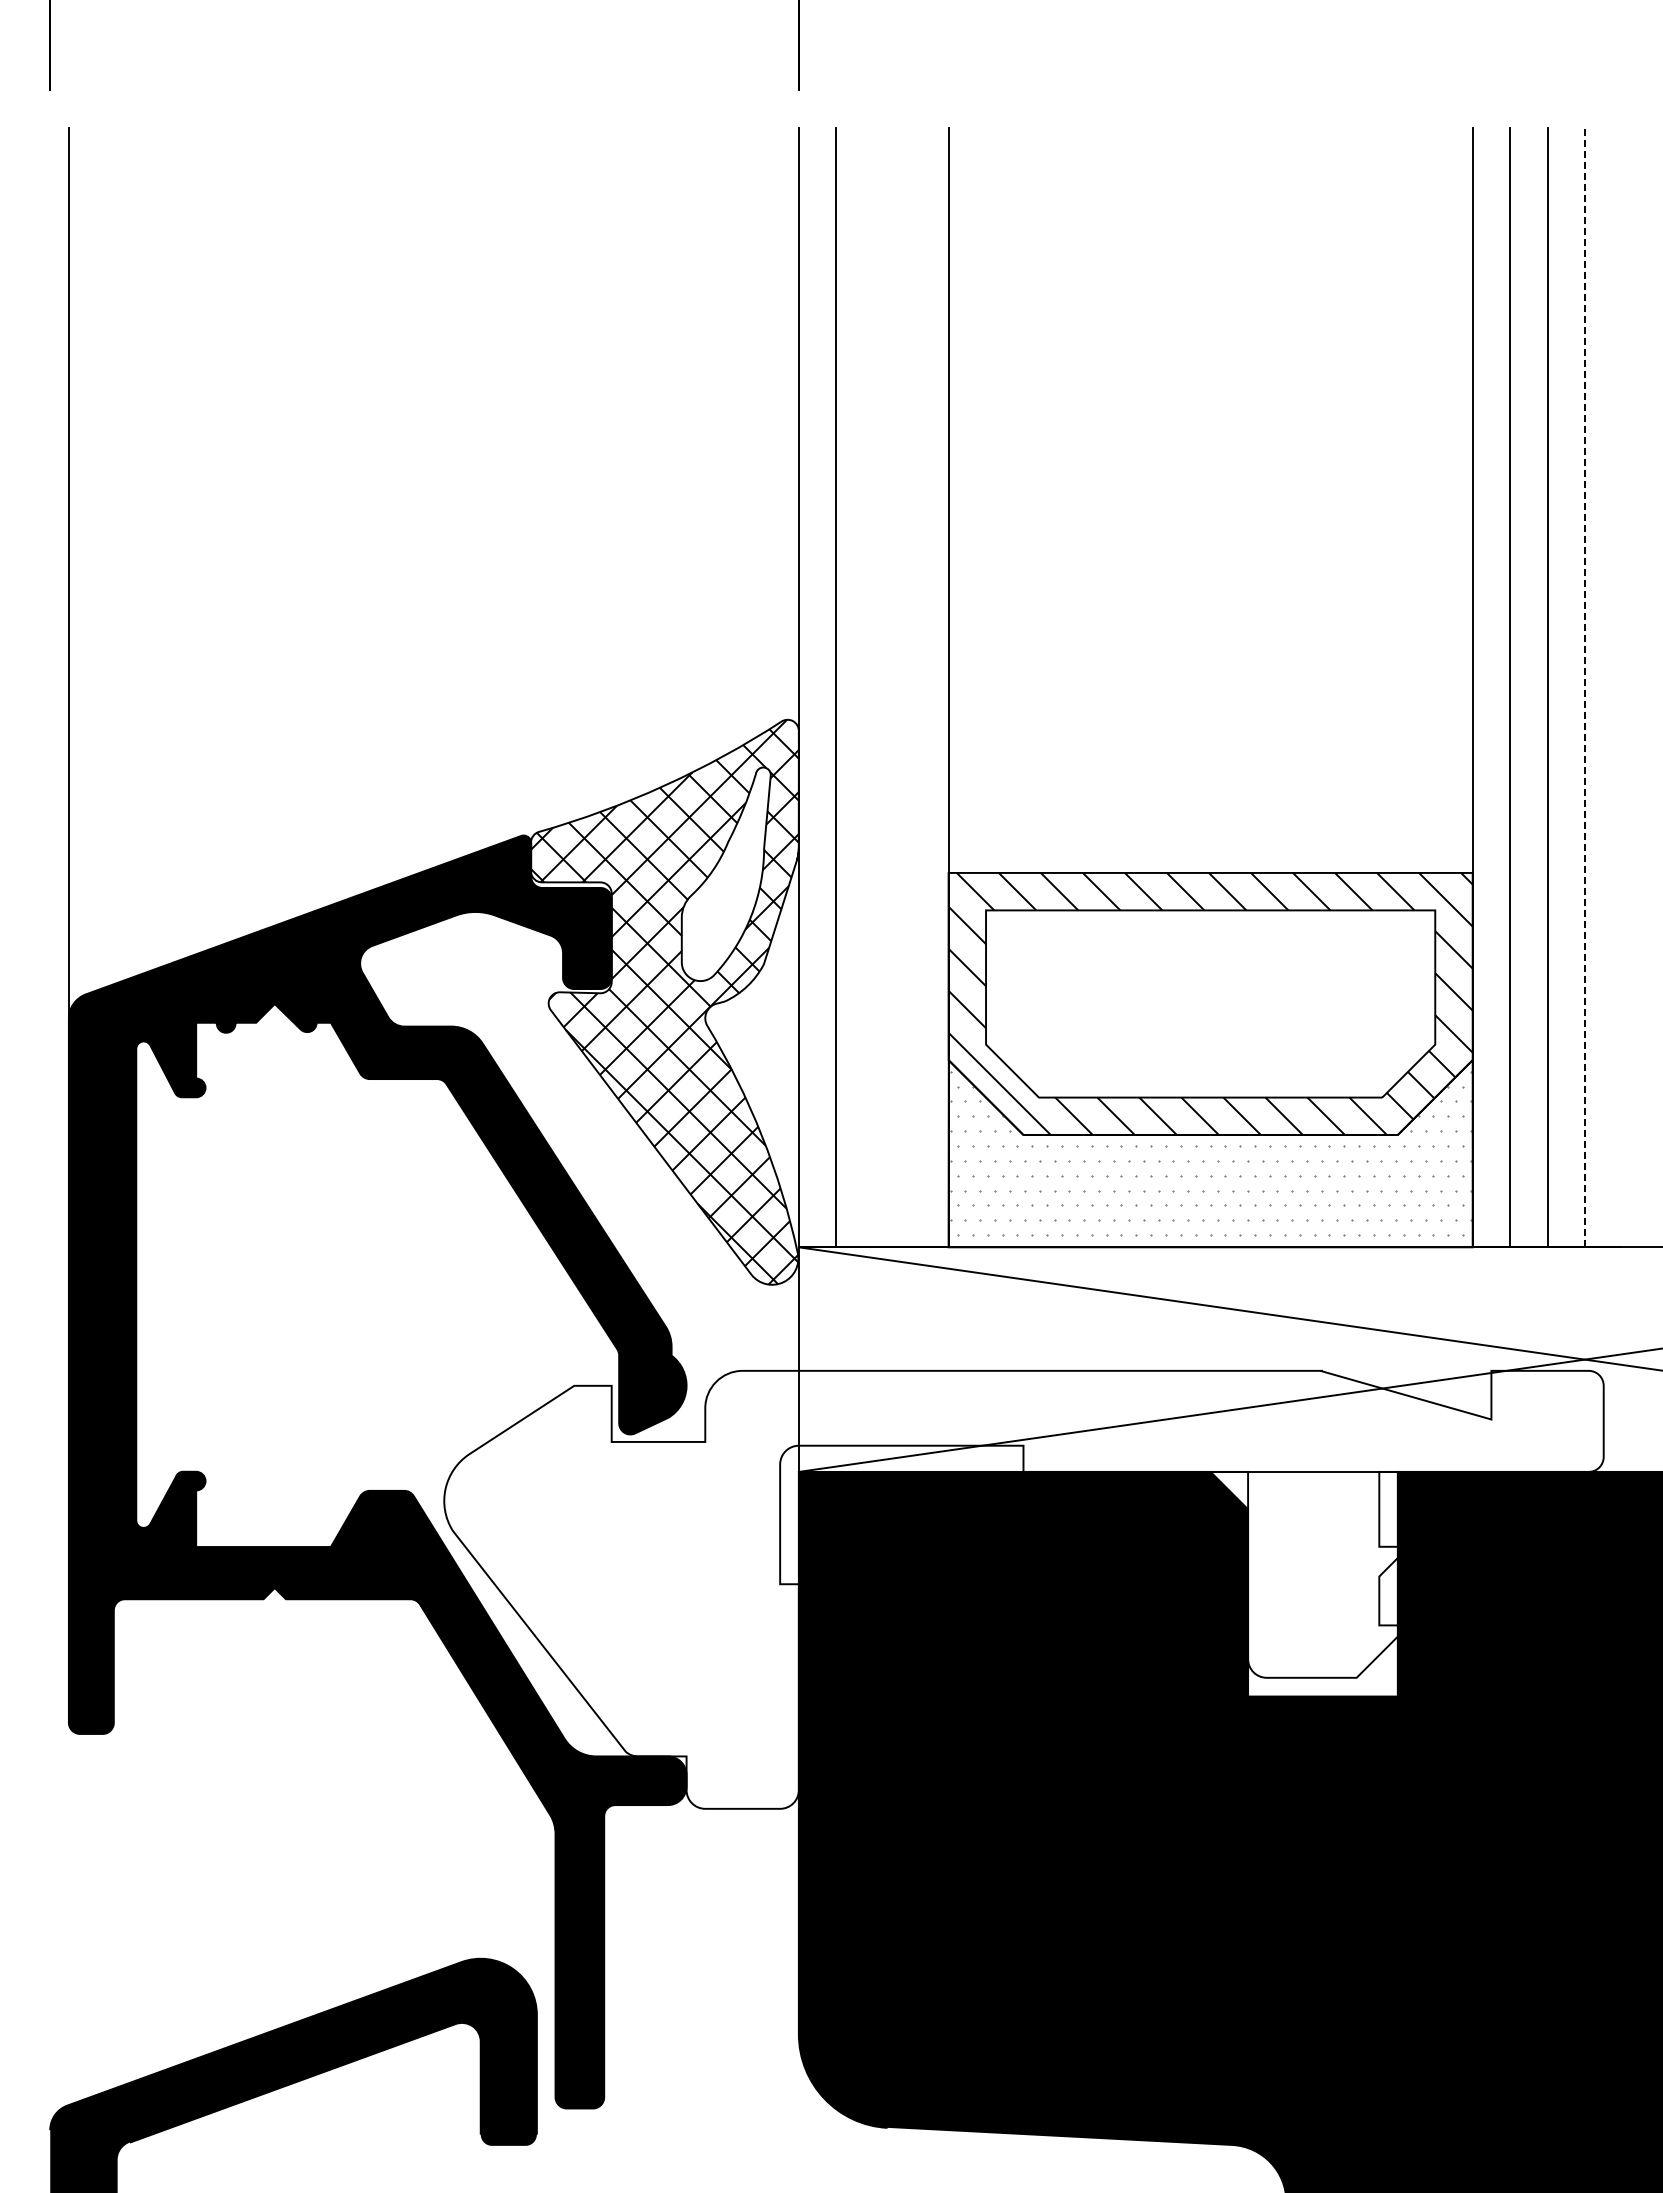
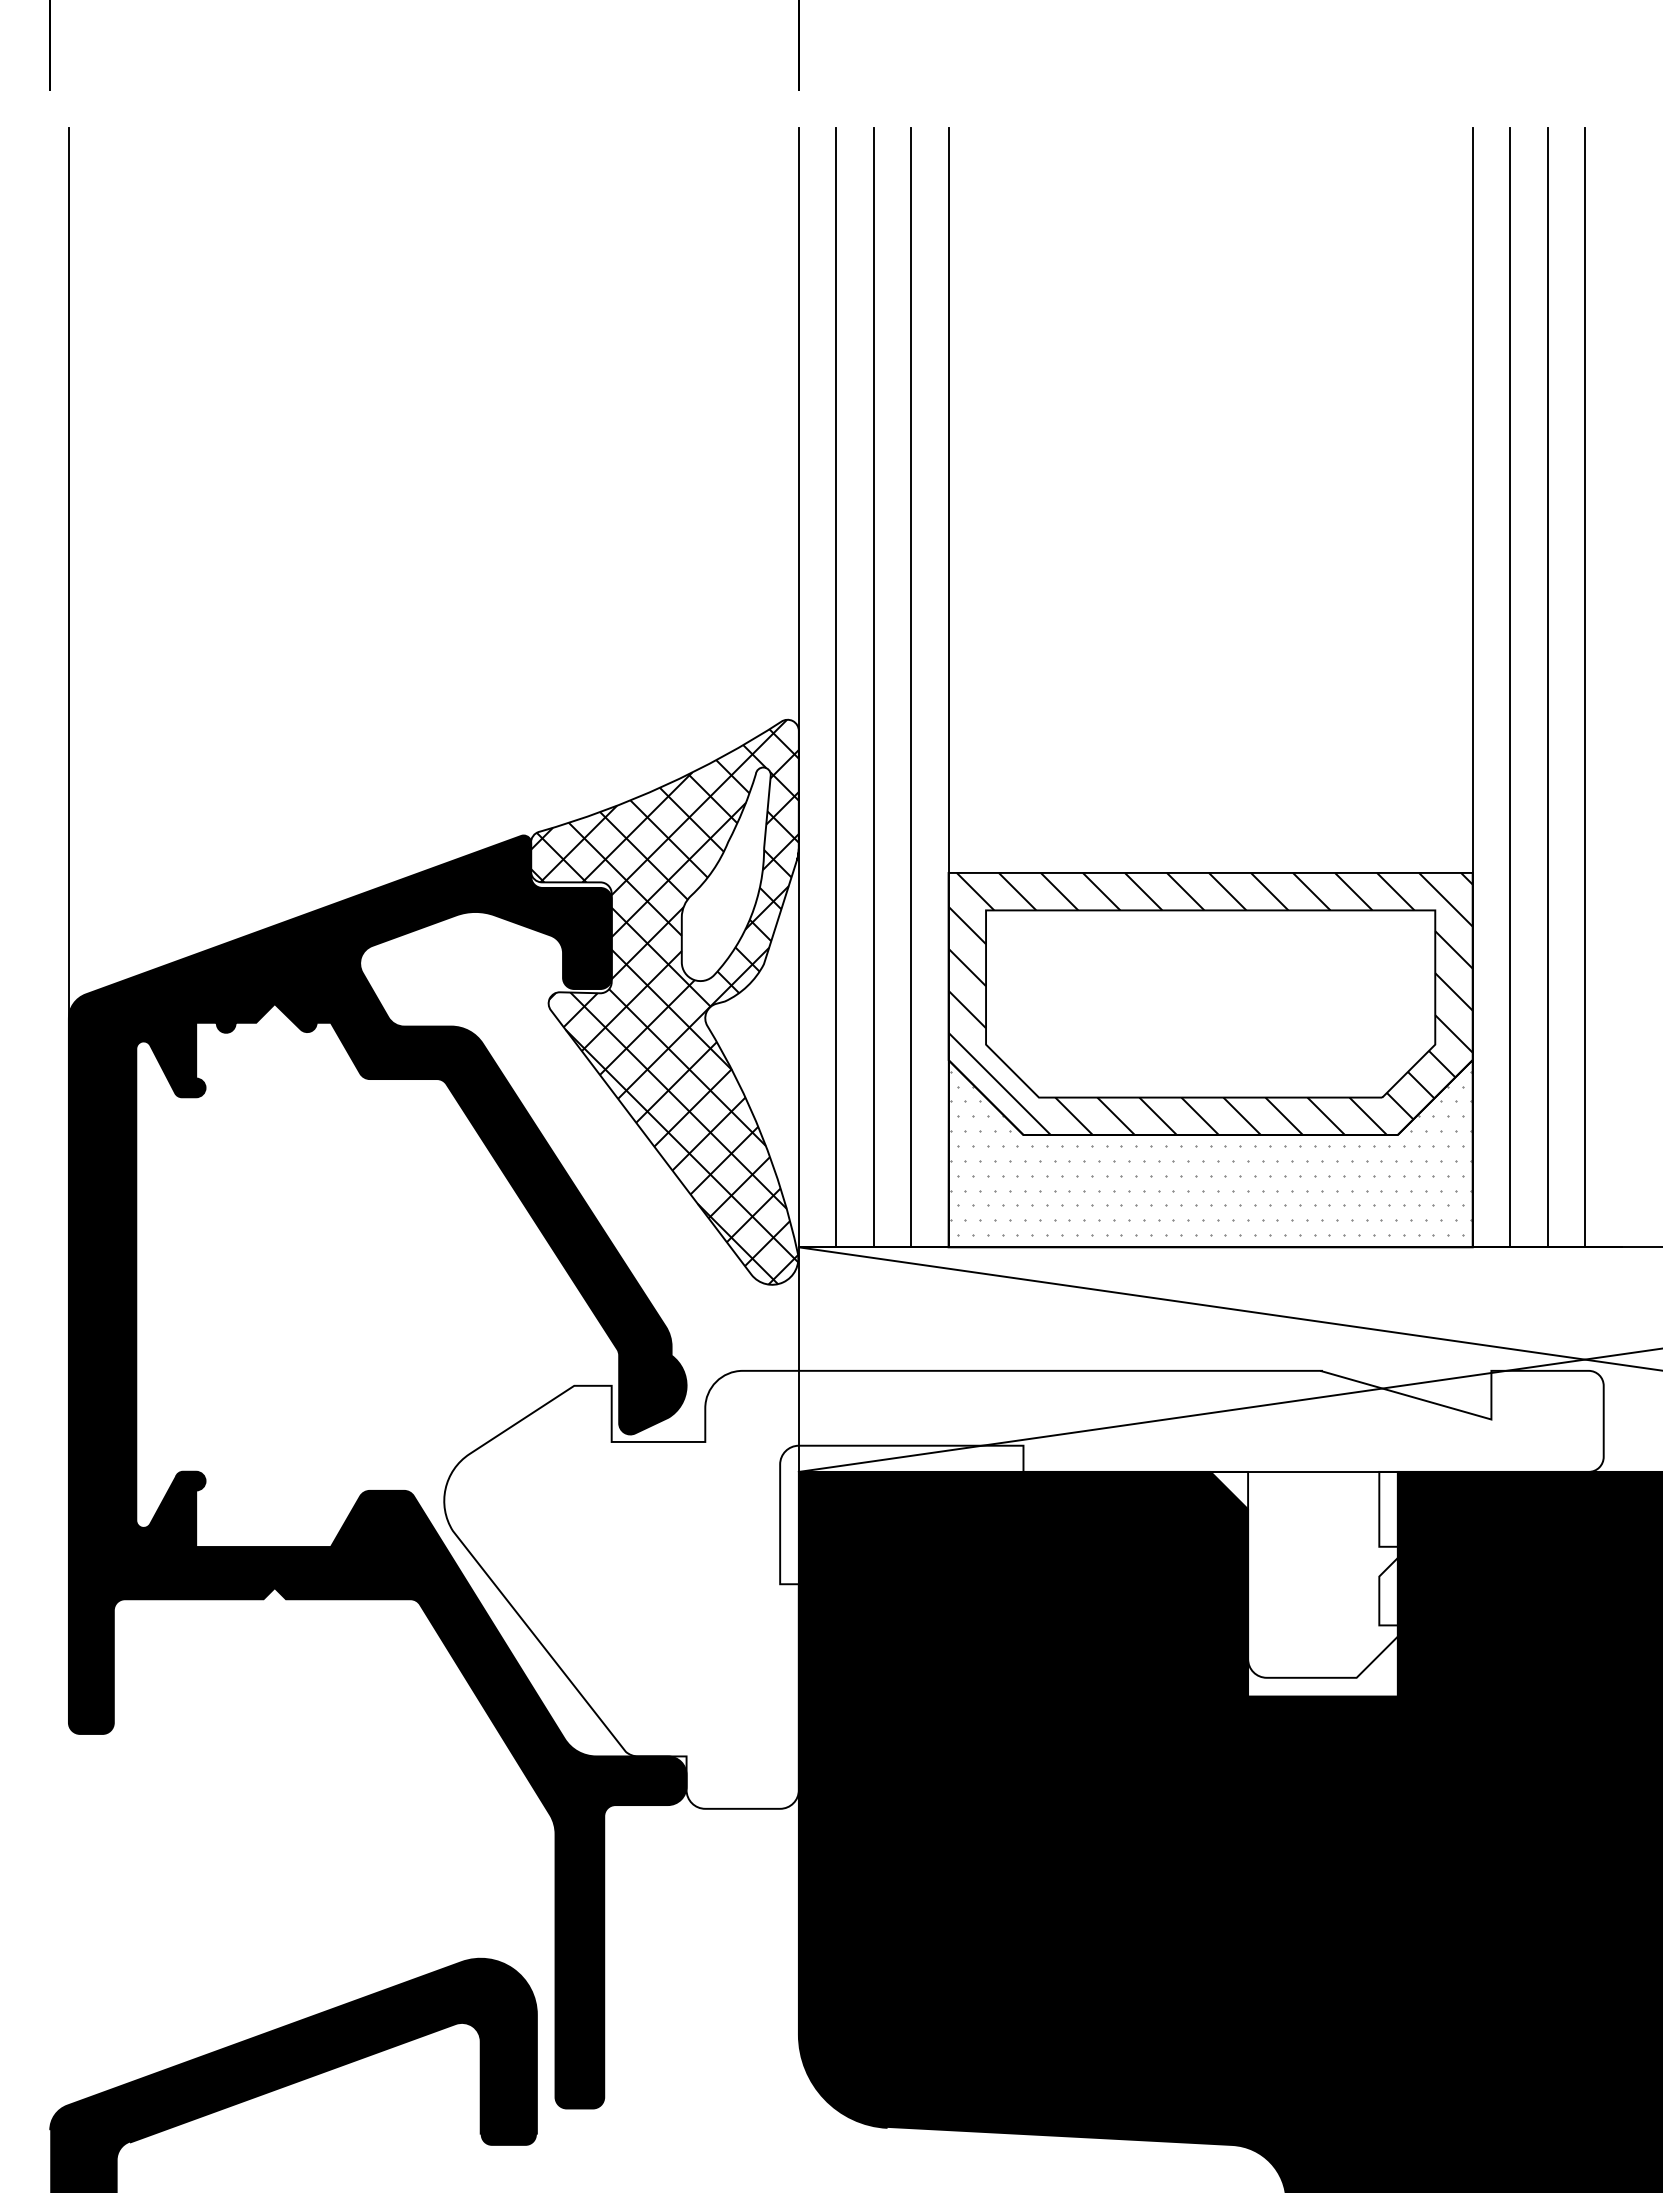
line at (873, 687): none -> present
line at (911, 687): none -> present
line at (1585, 687): dashed -> solid
